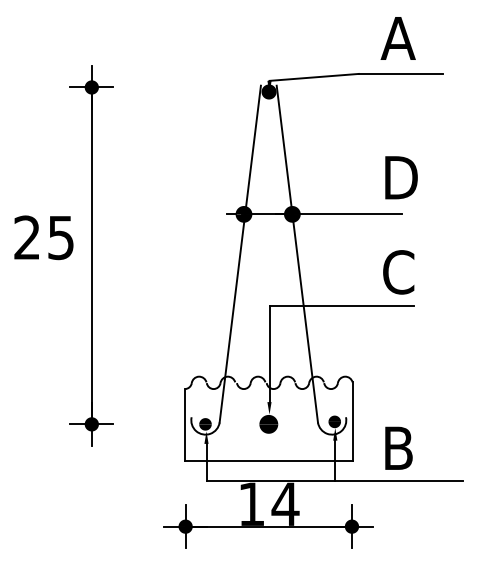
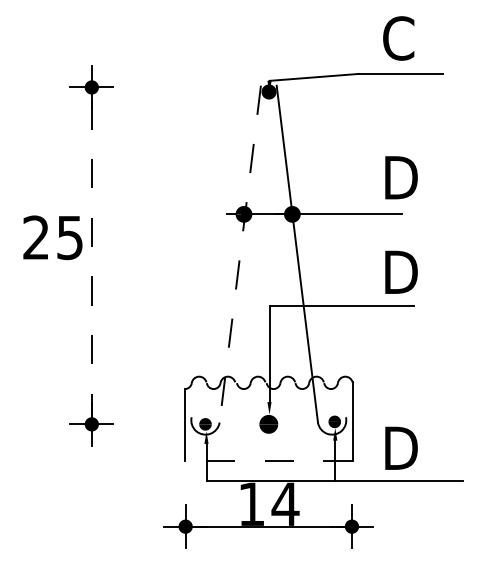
text at (397, 38): A -> C
text at (43, 237) position: (43, 237) -> (52, 237)
line at (240, 254): solid -> dashed
line at (91, 255): solid -> dashed
text at (400, 272): C -> D
text at (403, 447): B -> D
line at (268, 460): solid -> dashed
